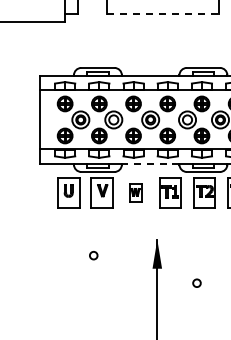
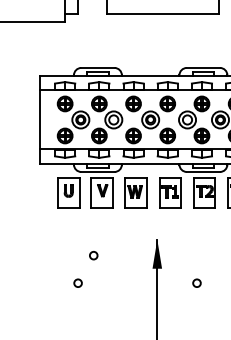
line at (163, 13): dashed -> solid
line at (150, 164): dashed -> solid
part at (135, 192) size: 14x20 px -> 24x32 px
circle at (77, 282): none -> present
